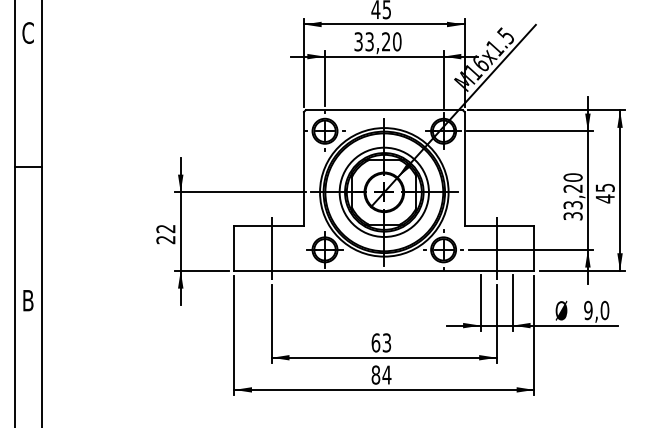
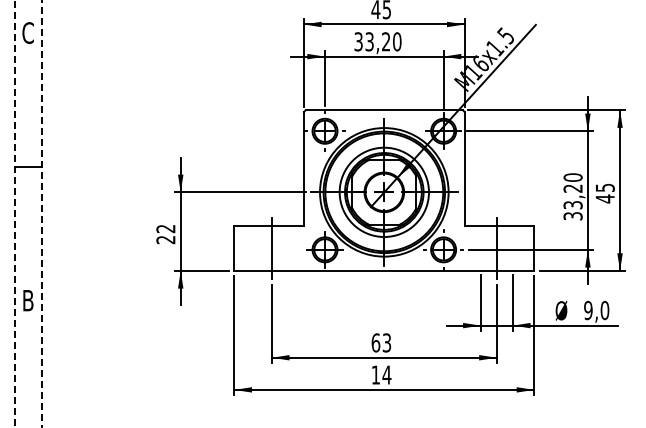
line at (14, 213): solid -> dashed
line at (41, 213): solid -> dashed
text at (375, 374): 84 -> 14
